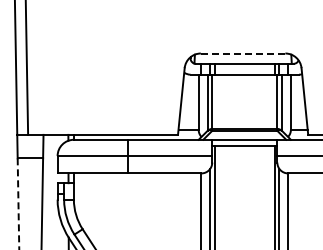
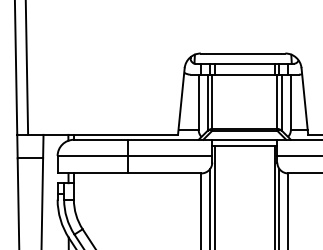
line at (243, 53): dashed -> solid
line at (18, 204): dashed -> solid
